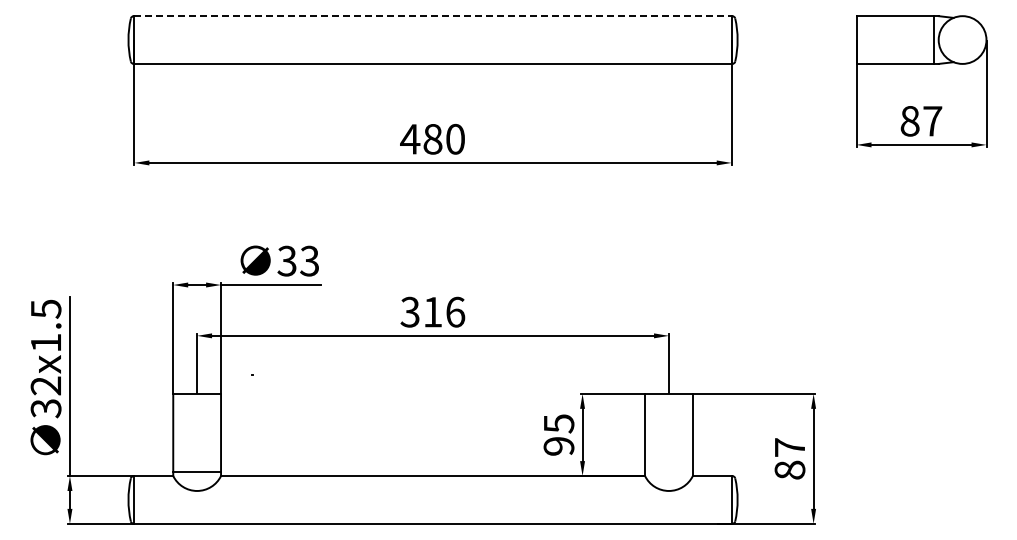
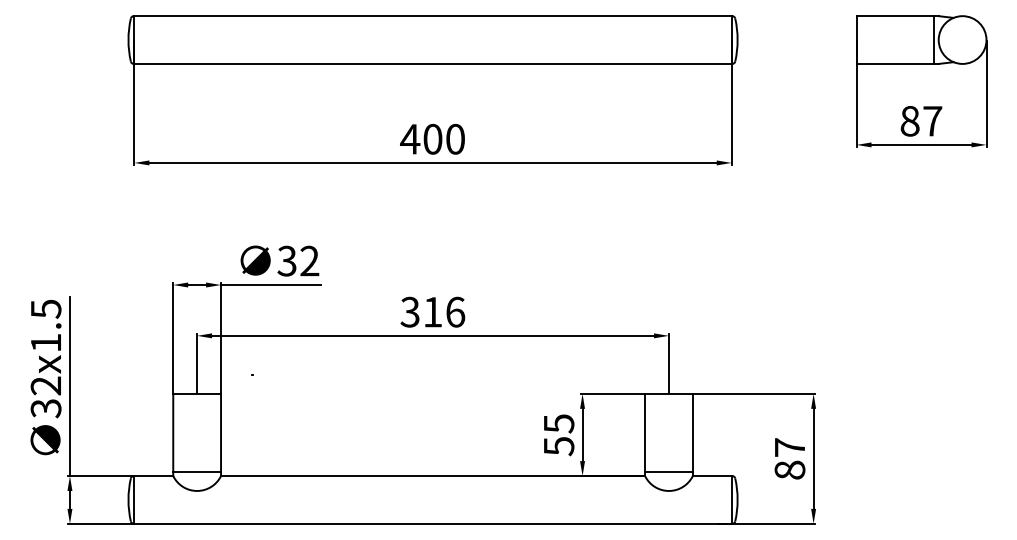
line at (433, 16): dashed -> solid
text at (432, 139): 480 -> 400
text at (309, 261): 33 -> 32
text at (558, 446): 95 -> 55
line at (668, 471): none -> present
